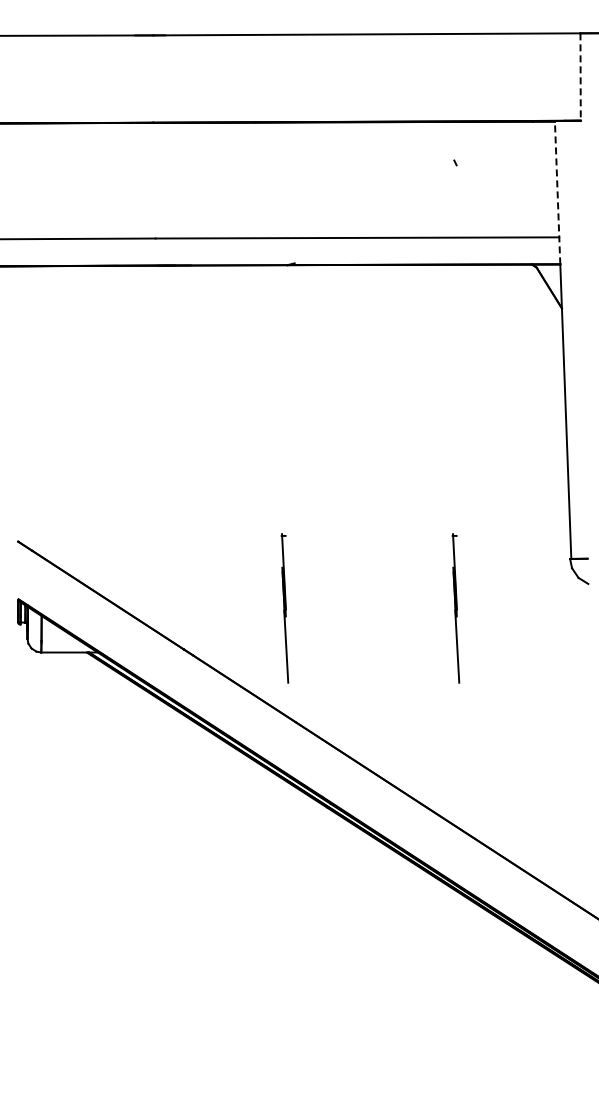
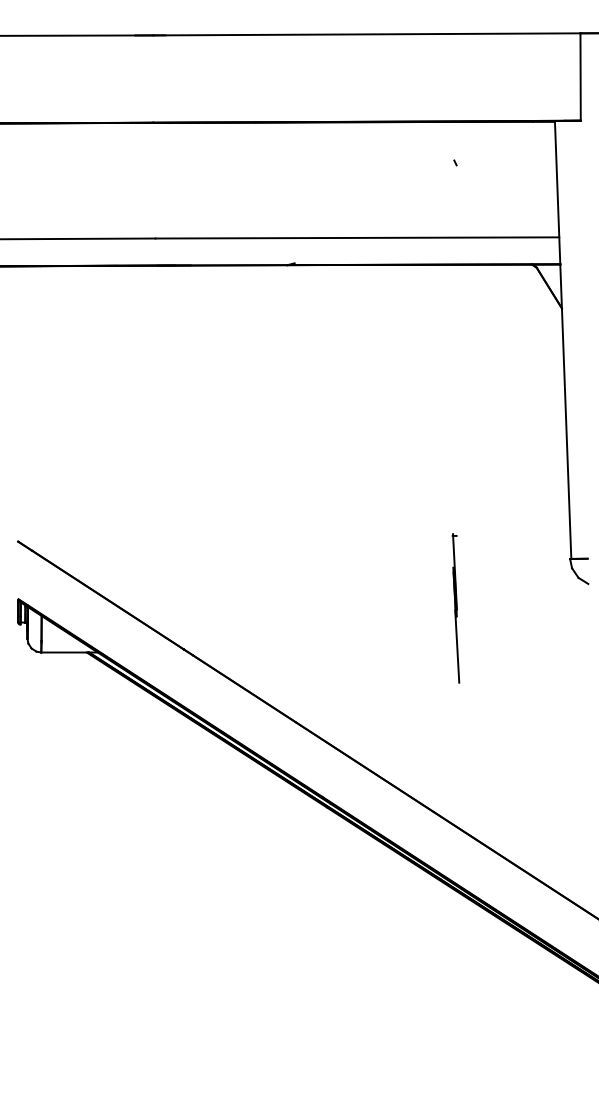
line at (580, 77): dashed -> solid
line at (557, 192): dashed -> solid
part at (284, 608): present -> none
